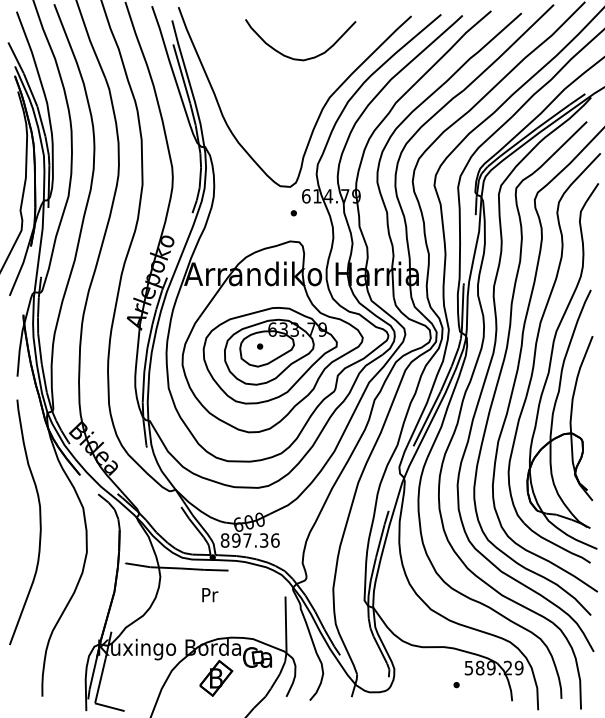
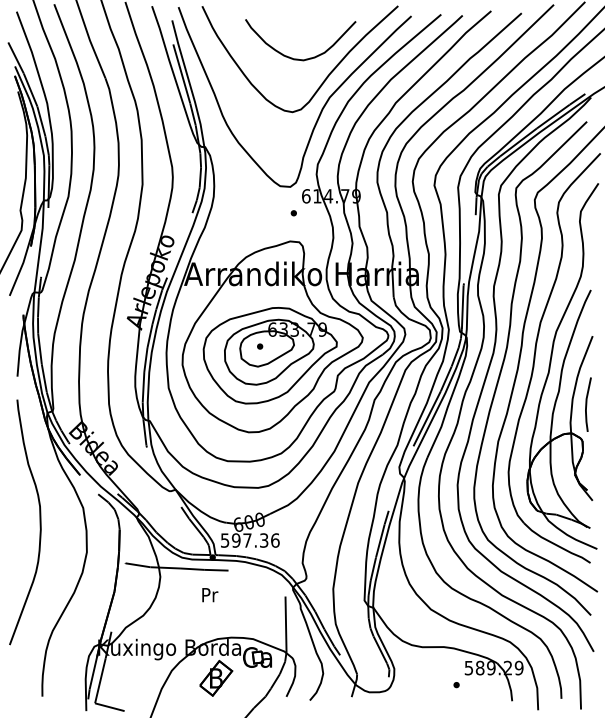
curve at (323, 80): none -> present
line at (587, 404): none -> present
text at (224, 540): 897.36 -> 597.36
